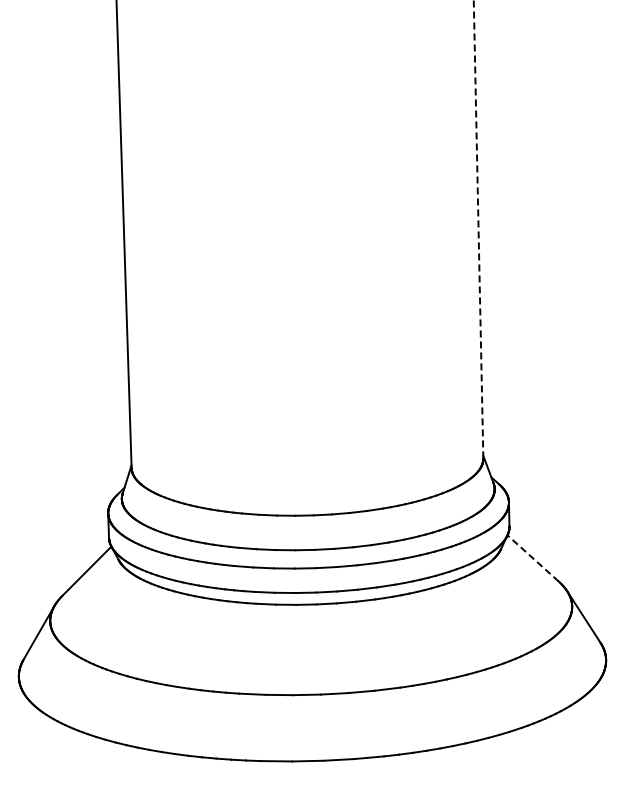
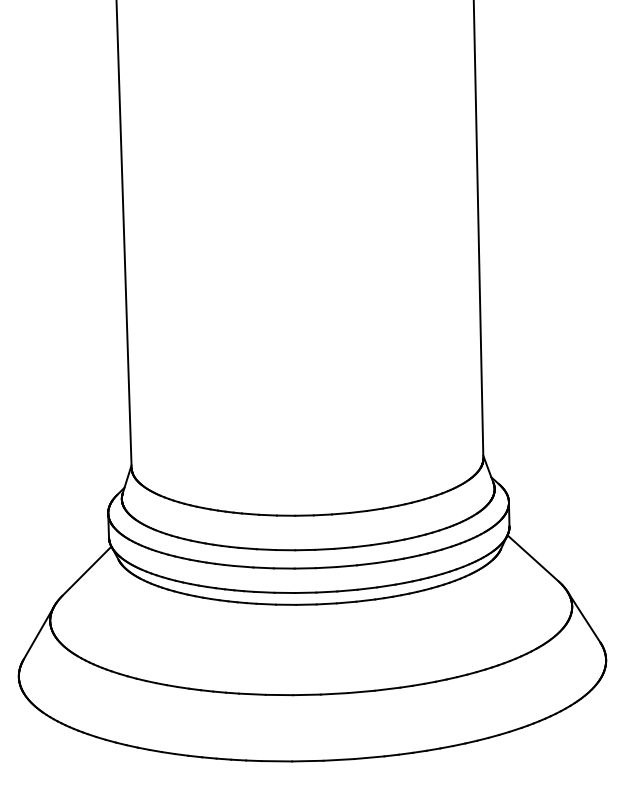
line at (478, 228): dashed -> solid
line at (532, 558): dashed -> solid
